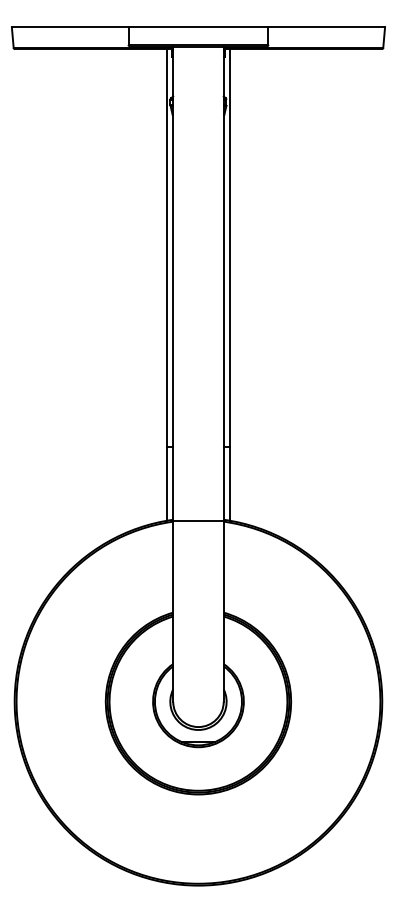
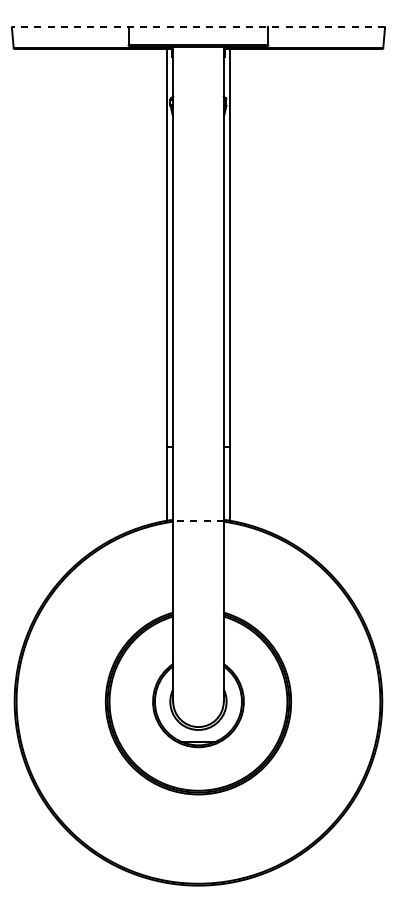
line at (198, 27): solid -> dashed
line at (198, 521): solid -> dashed
